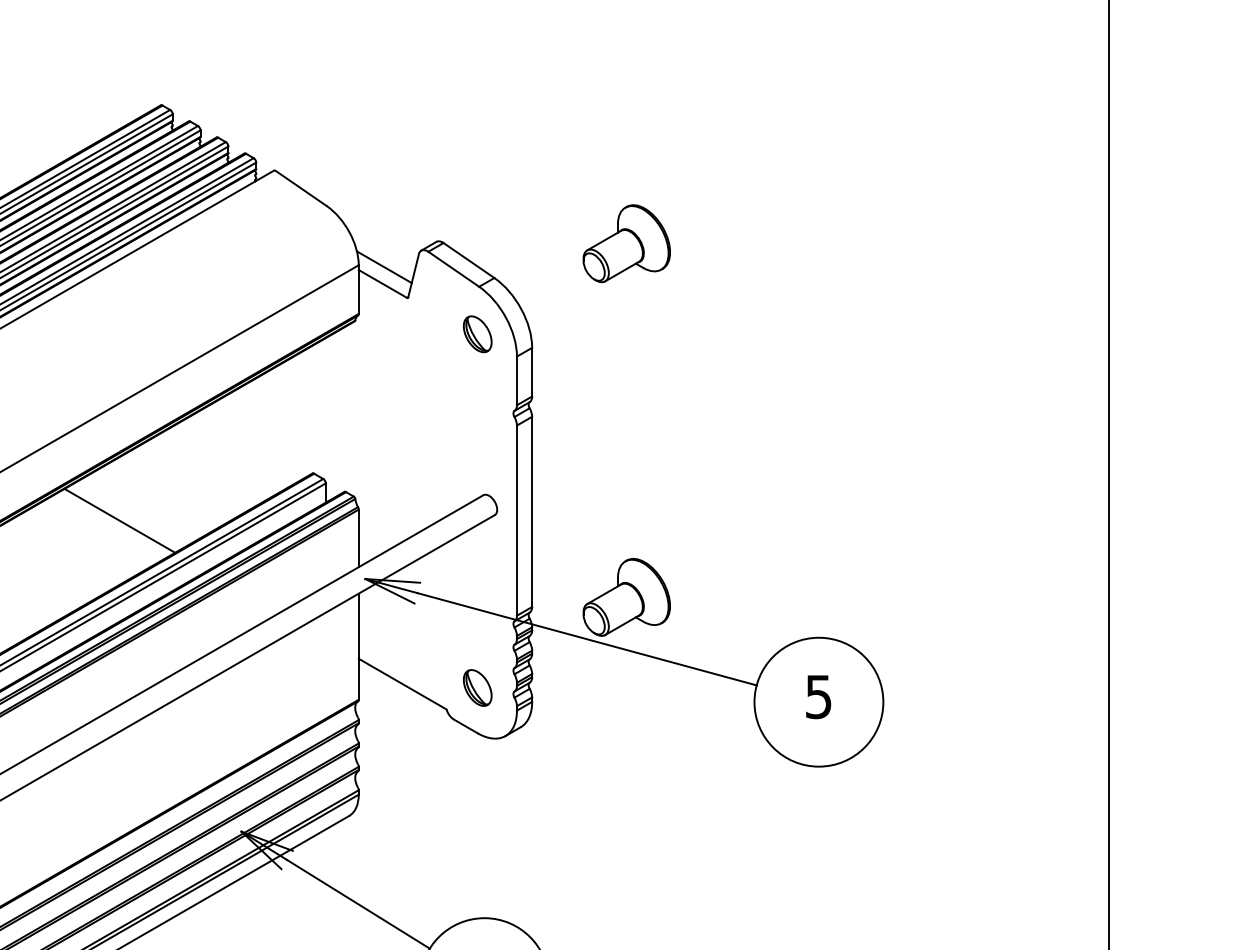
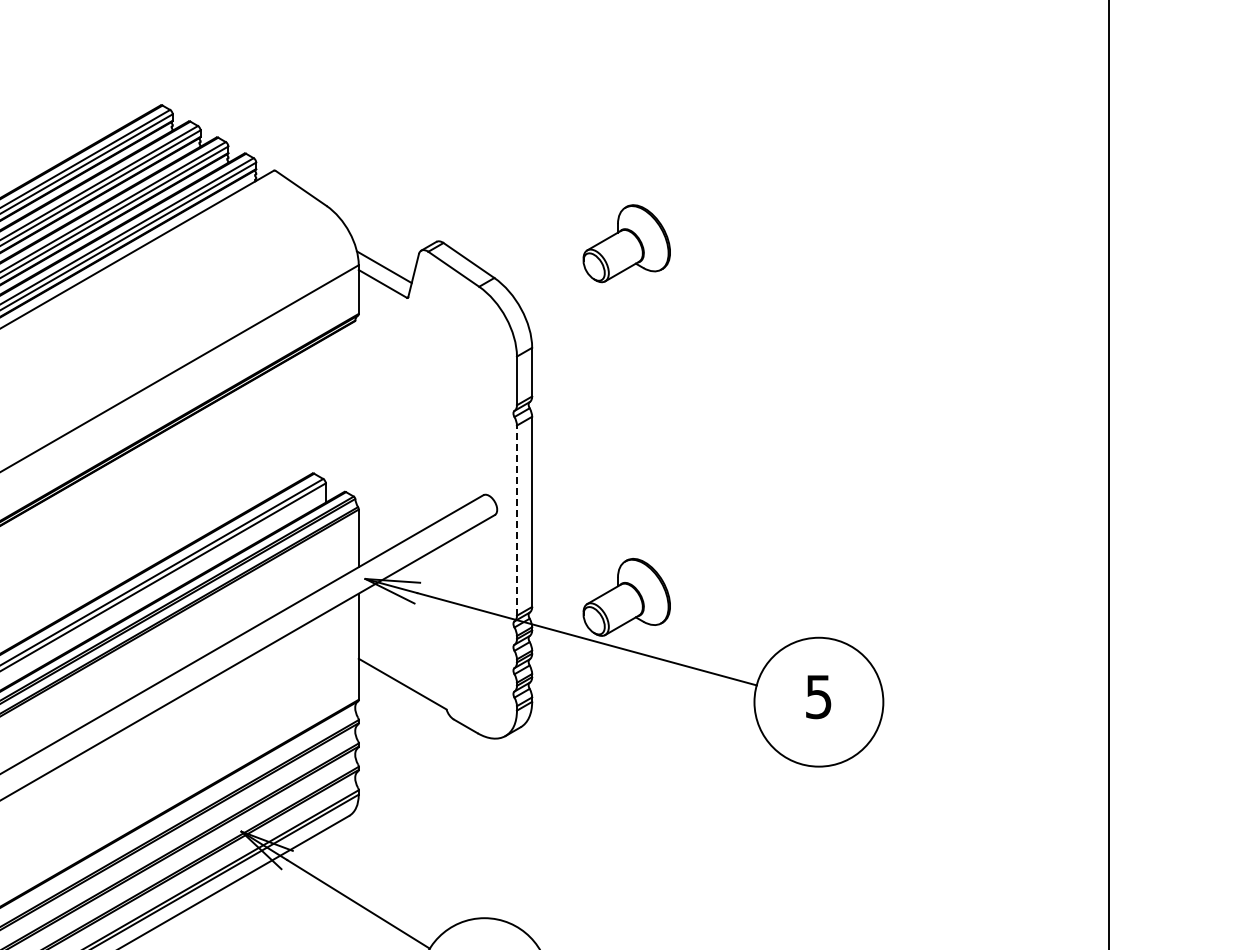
part at (477, 334): present -> none
line at (119, 520): present -> none
line at (516, 520): solid -> dashed
part at (477, 687): present -> none
